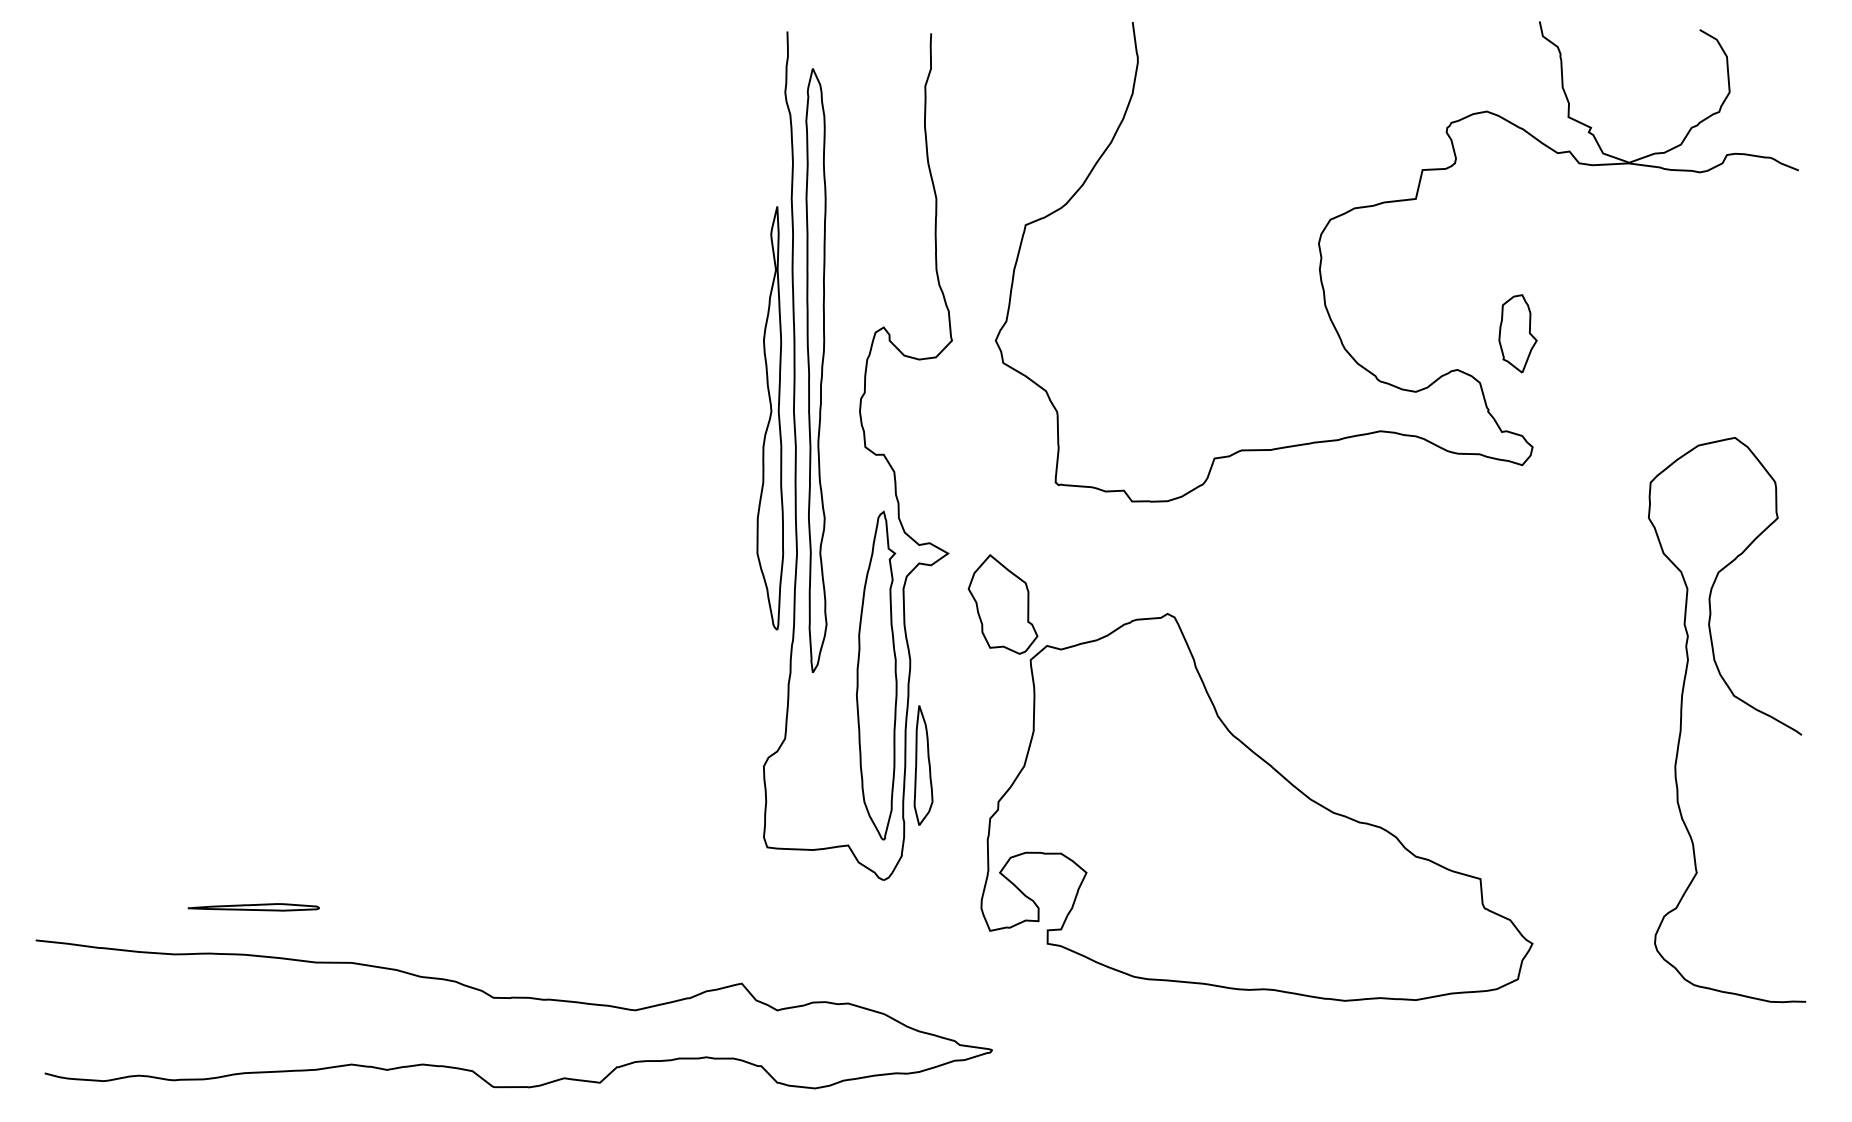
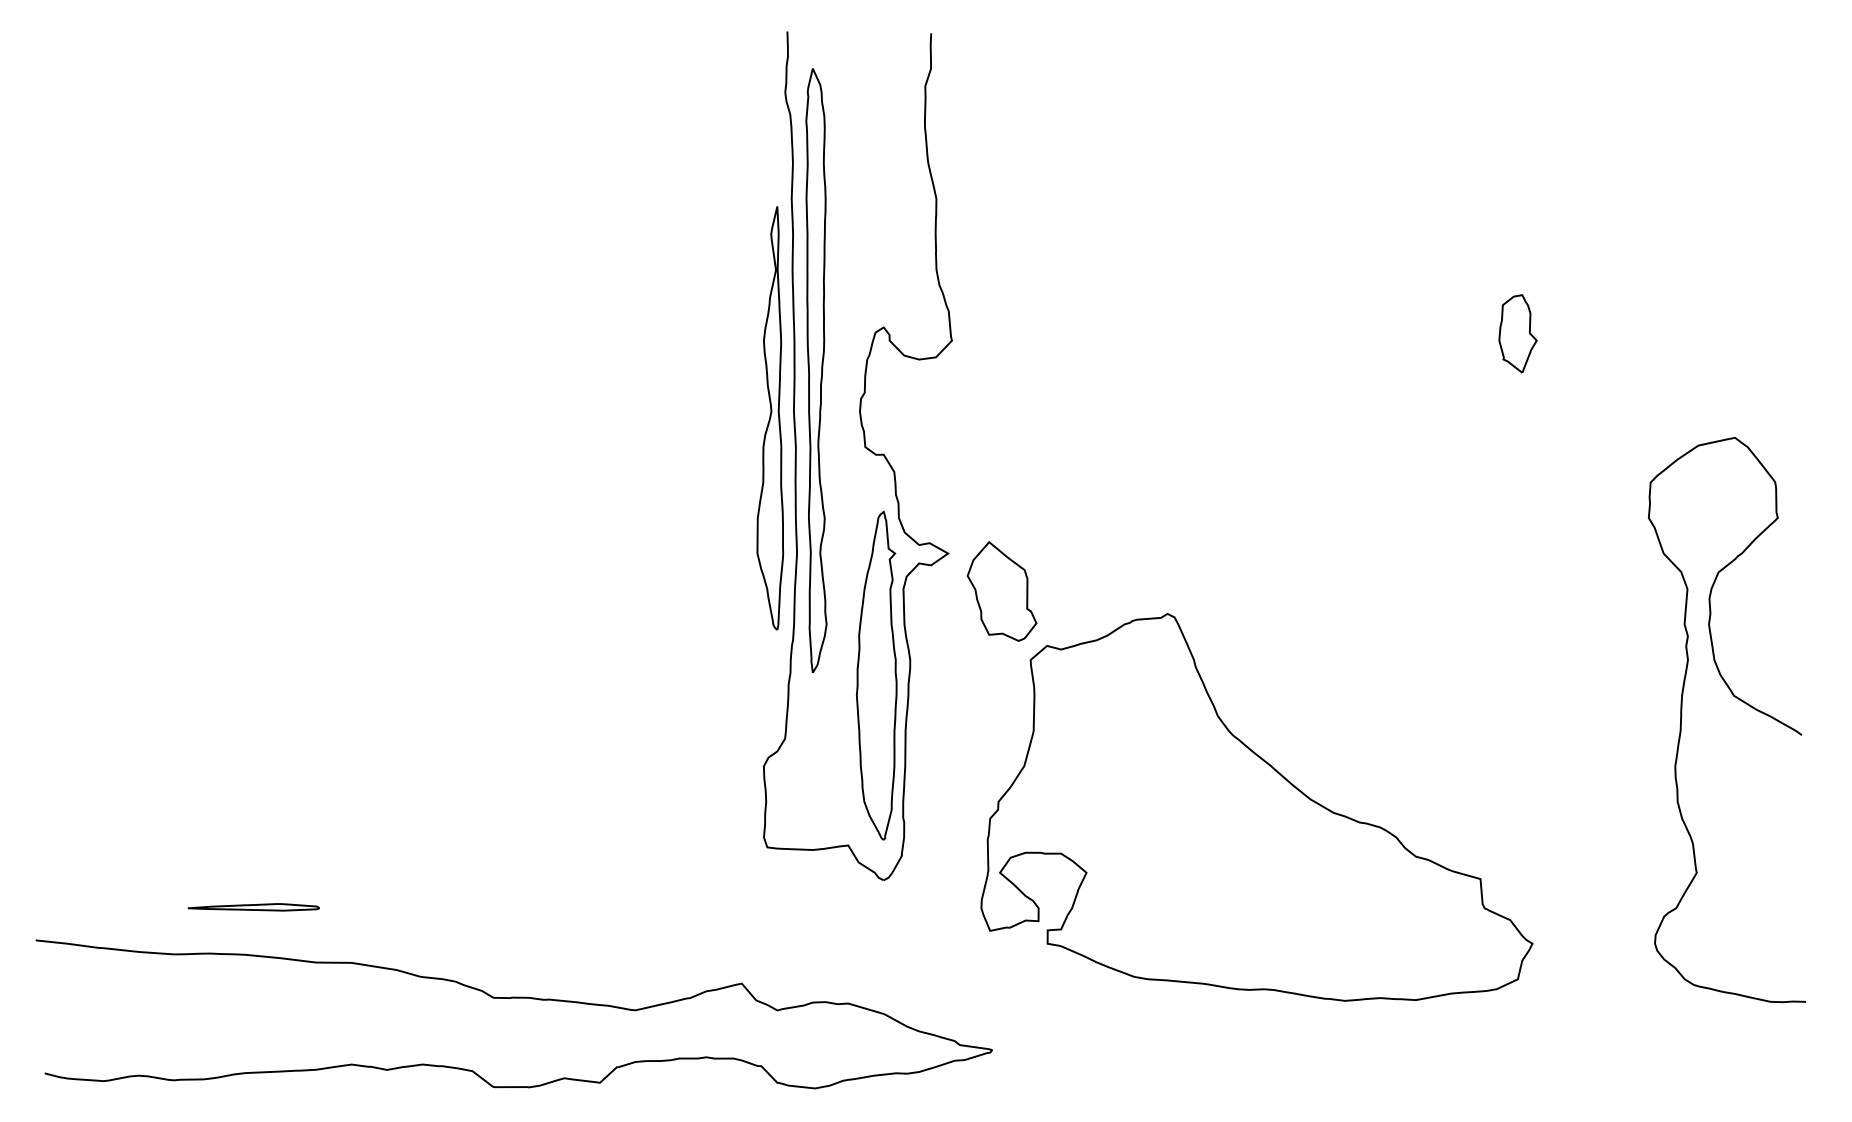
part at (1378, 205): present -> none
part at (1002, 604) position: (1002, 604) -> (1001, 591)
part at (923, 765): present -> none
